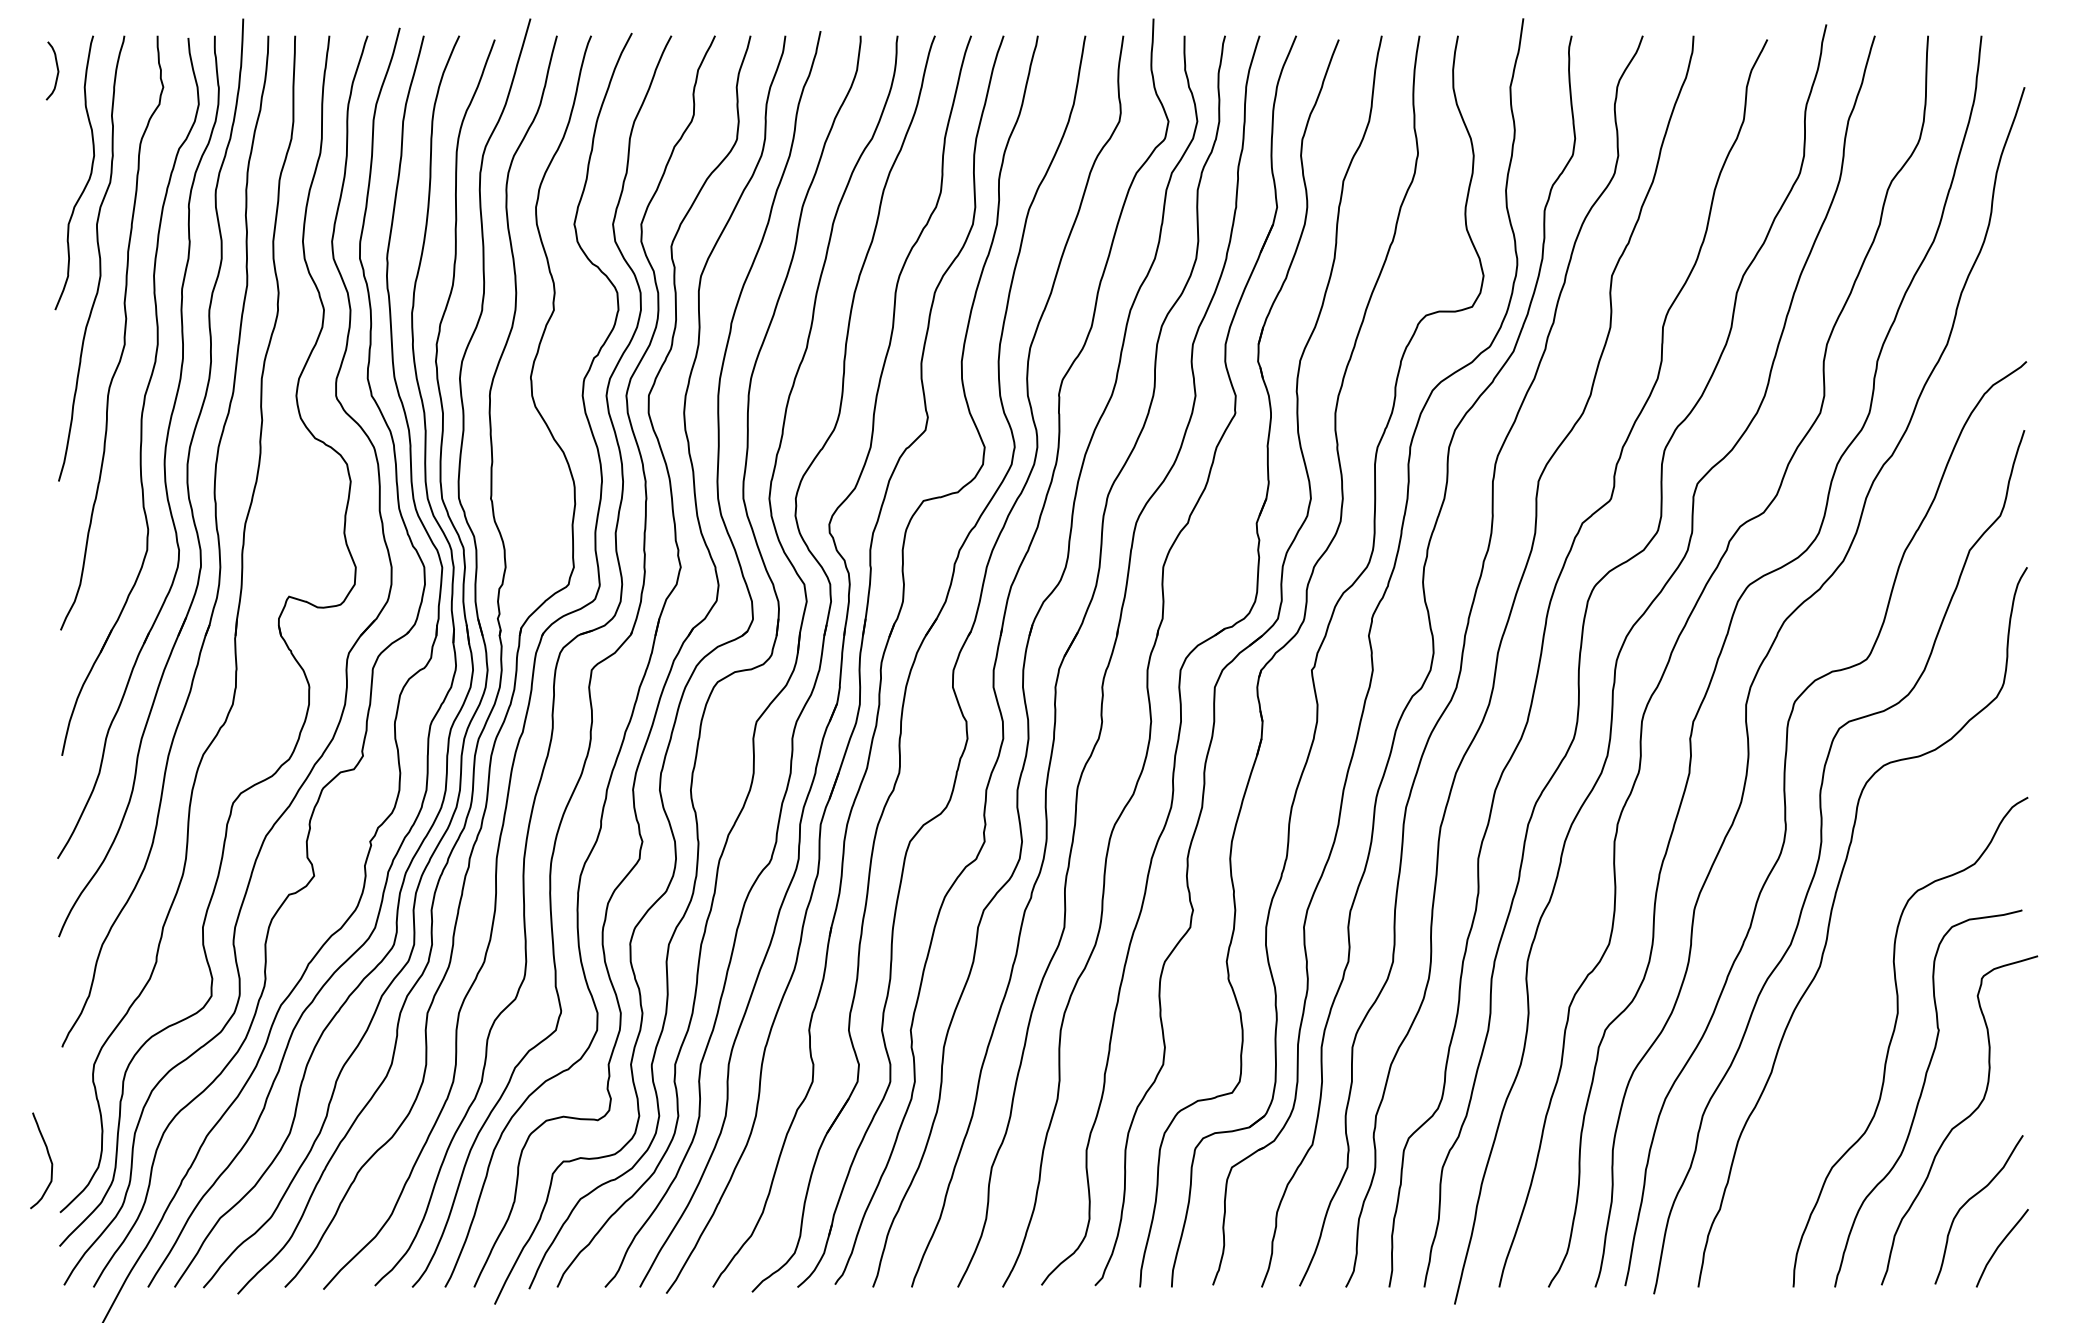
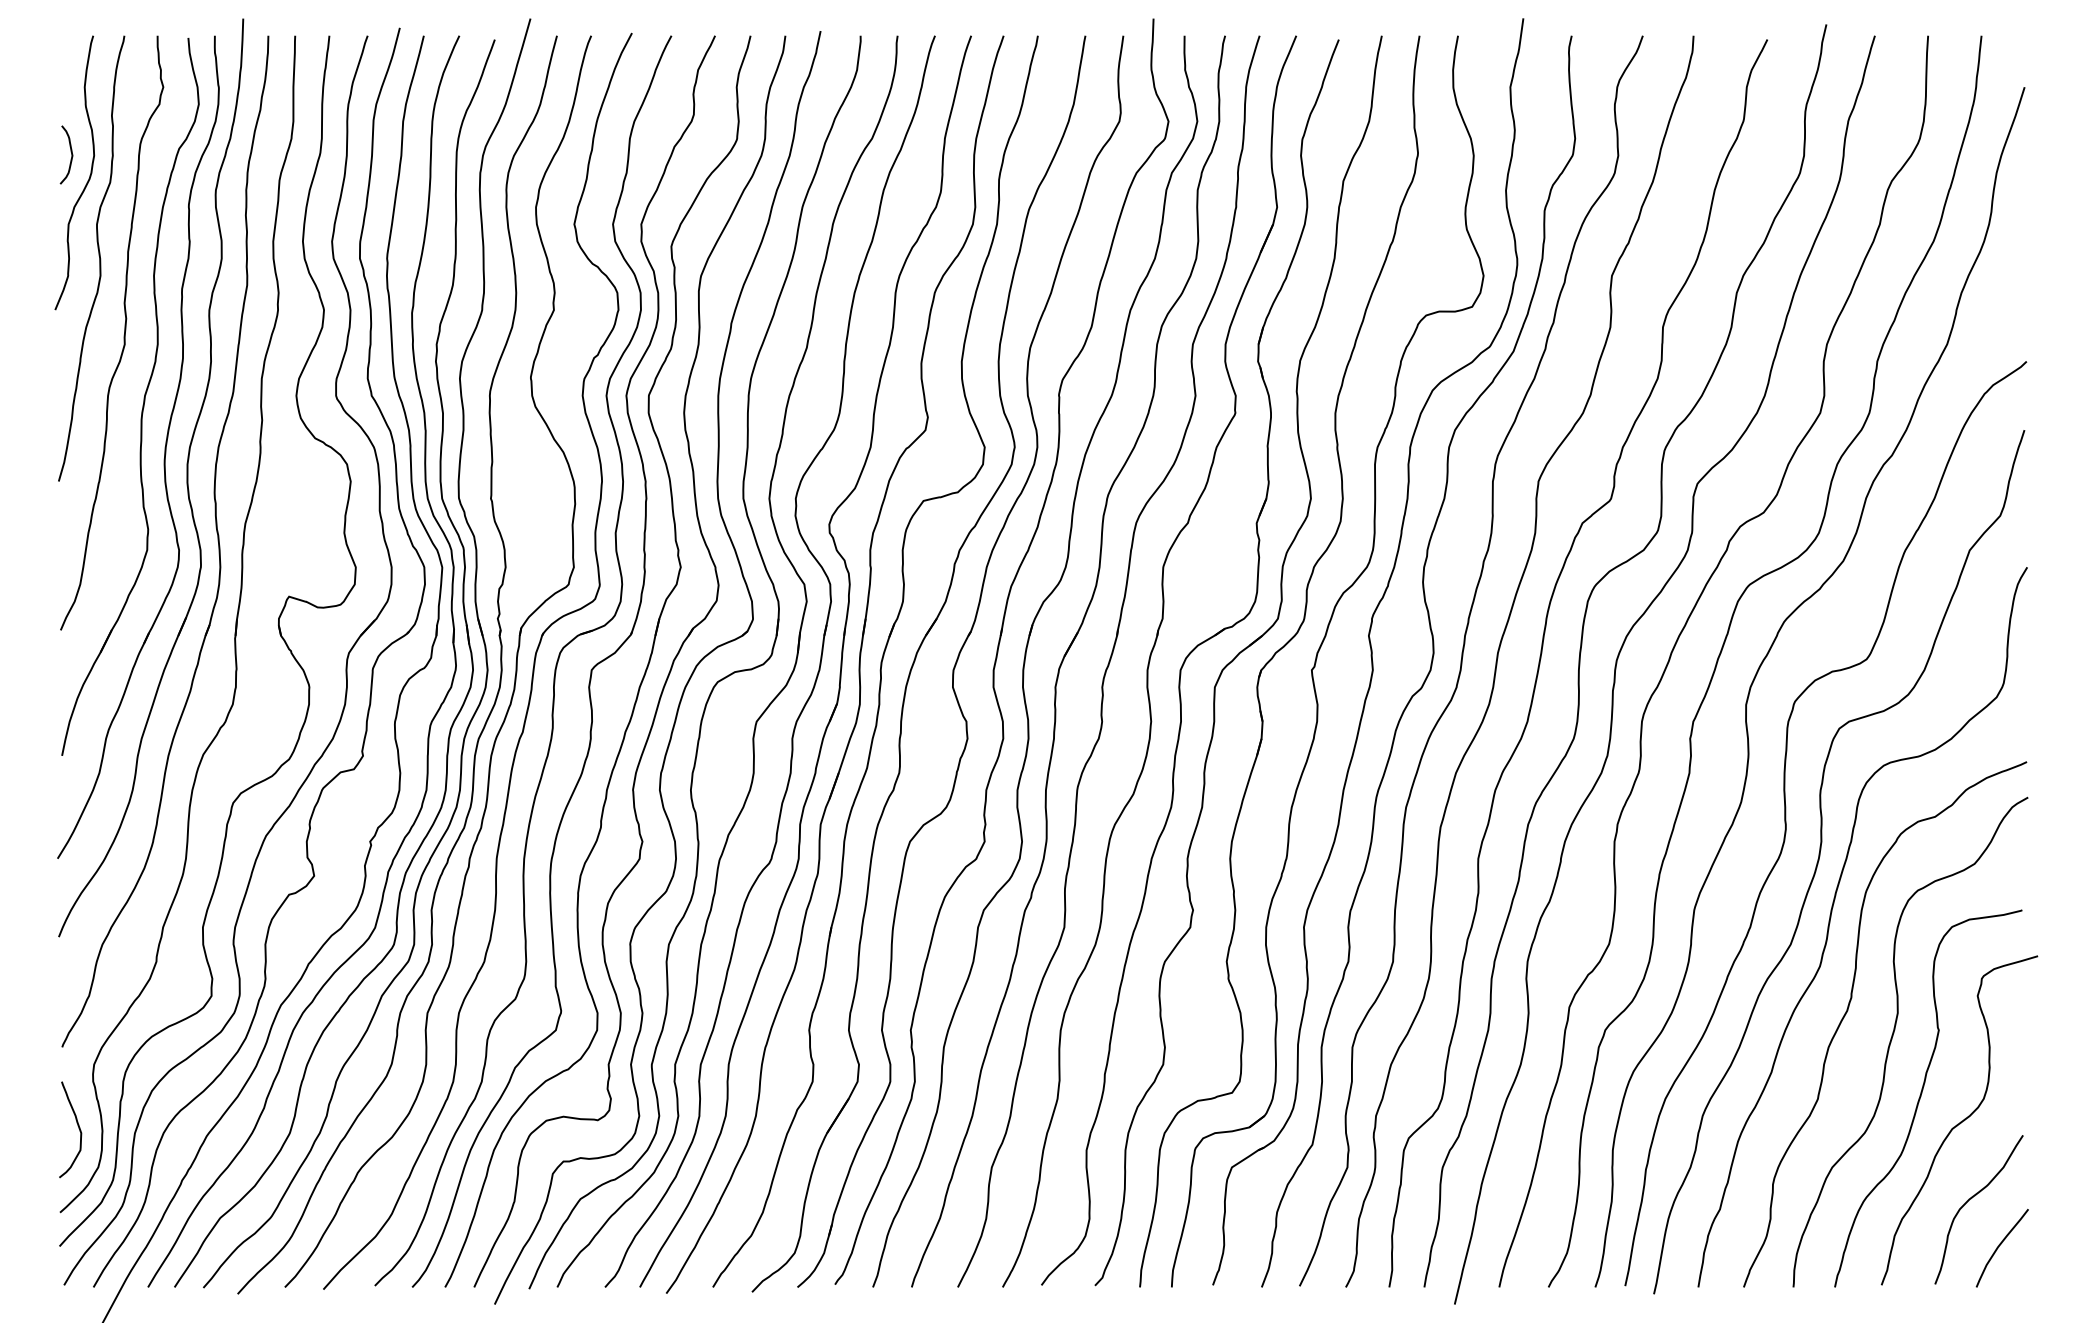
curve at (56, 67) position: (56, 67) -> (70, 151)
curve at (1848, 1010): none -> present
curve at (48, 1156) position: (48, 1156) -> (77, 1125)
